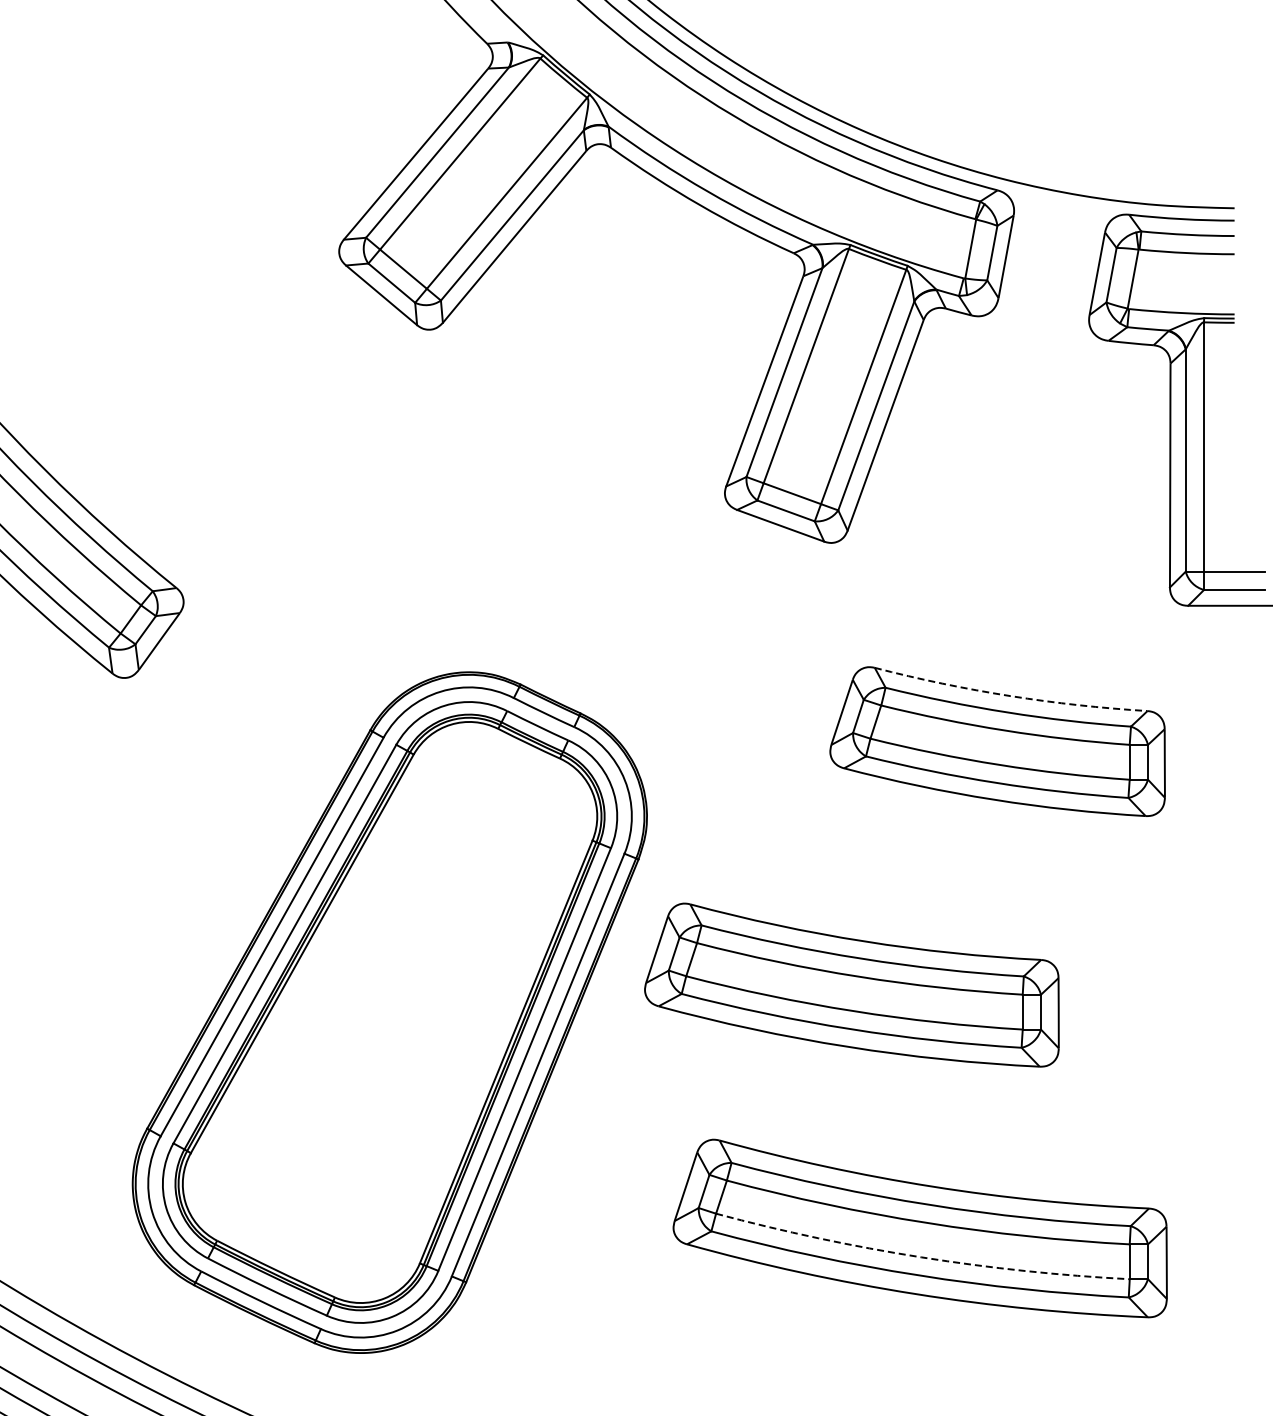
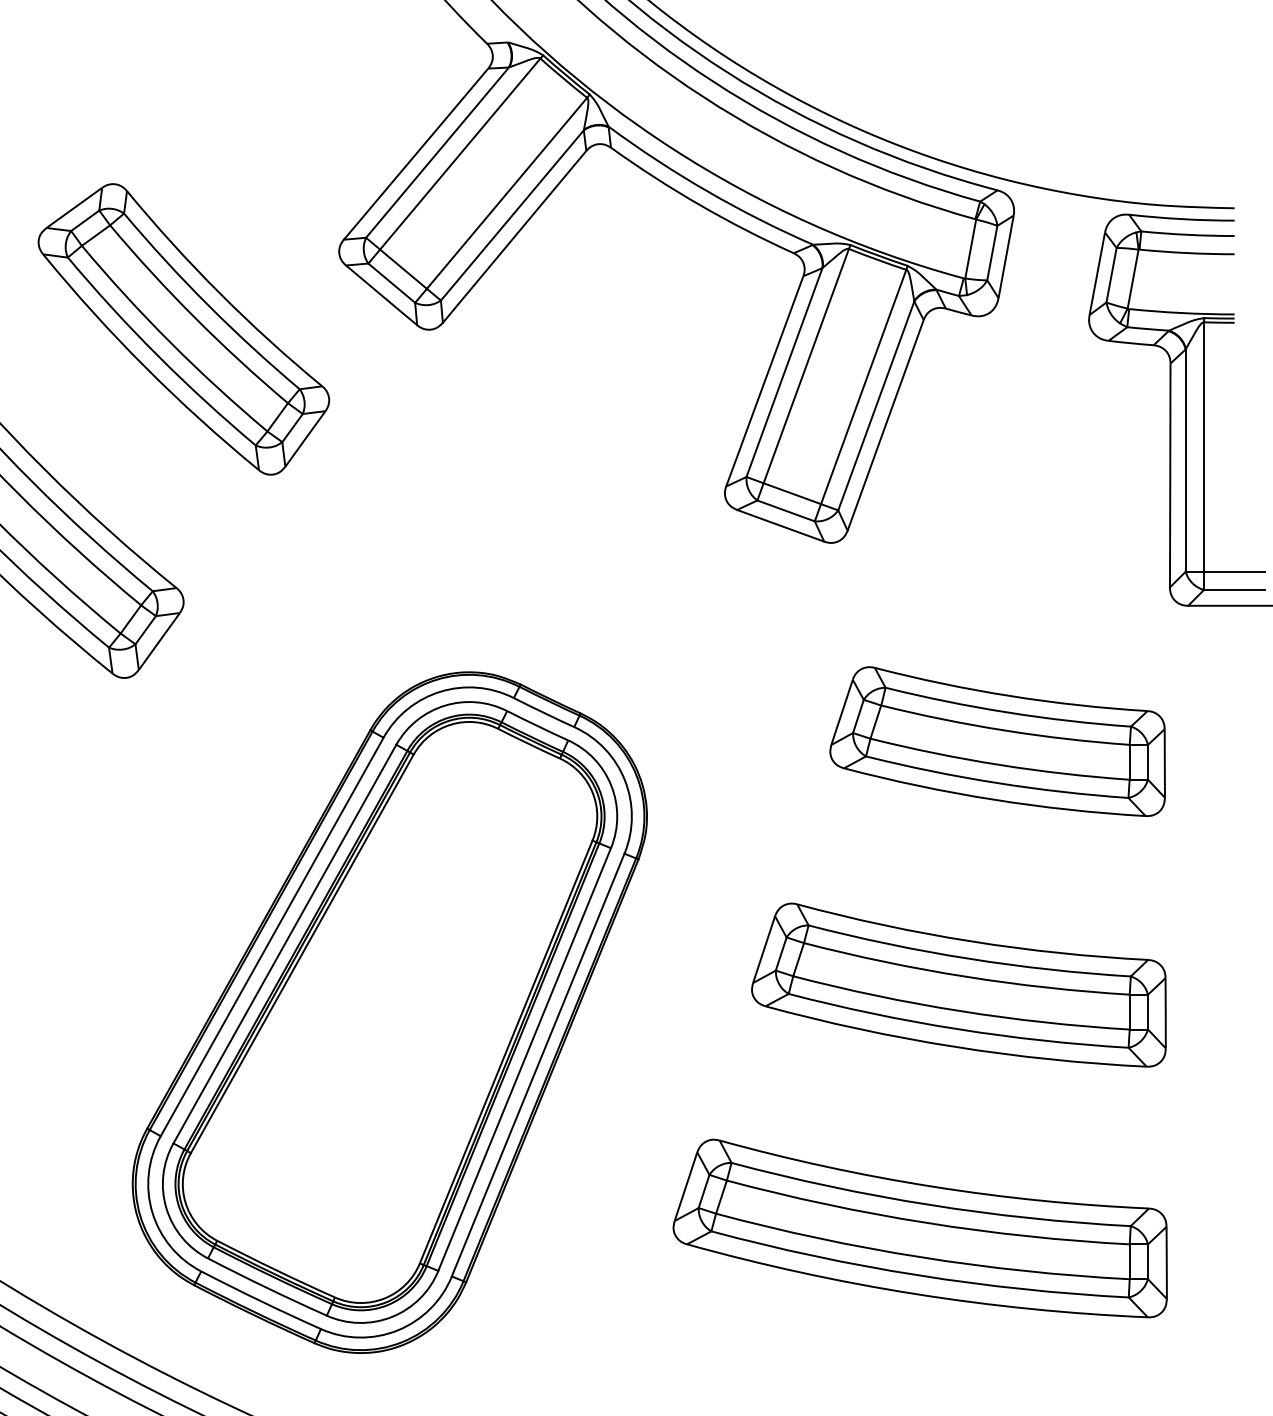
part at (183, 329): none -> present
arc at (1010, 696): dashed -> solid
part at (851, 984) position: (851, 984) -> (958, 984)
arc at (921, 1257): dashed -> solid
